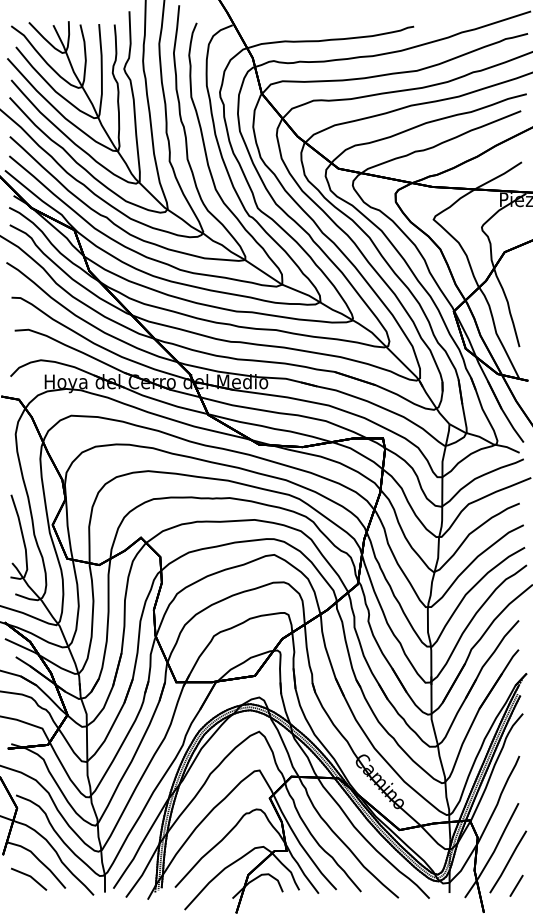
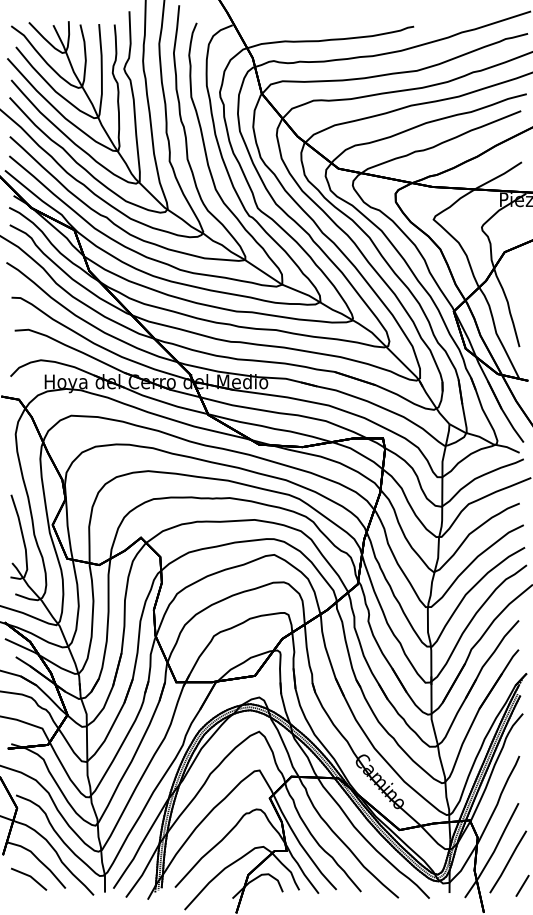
line at (516, 885) position: (516, 885) -> (522, 885)
